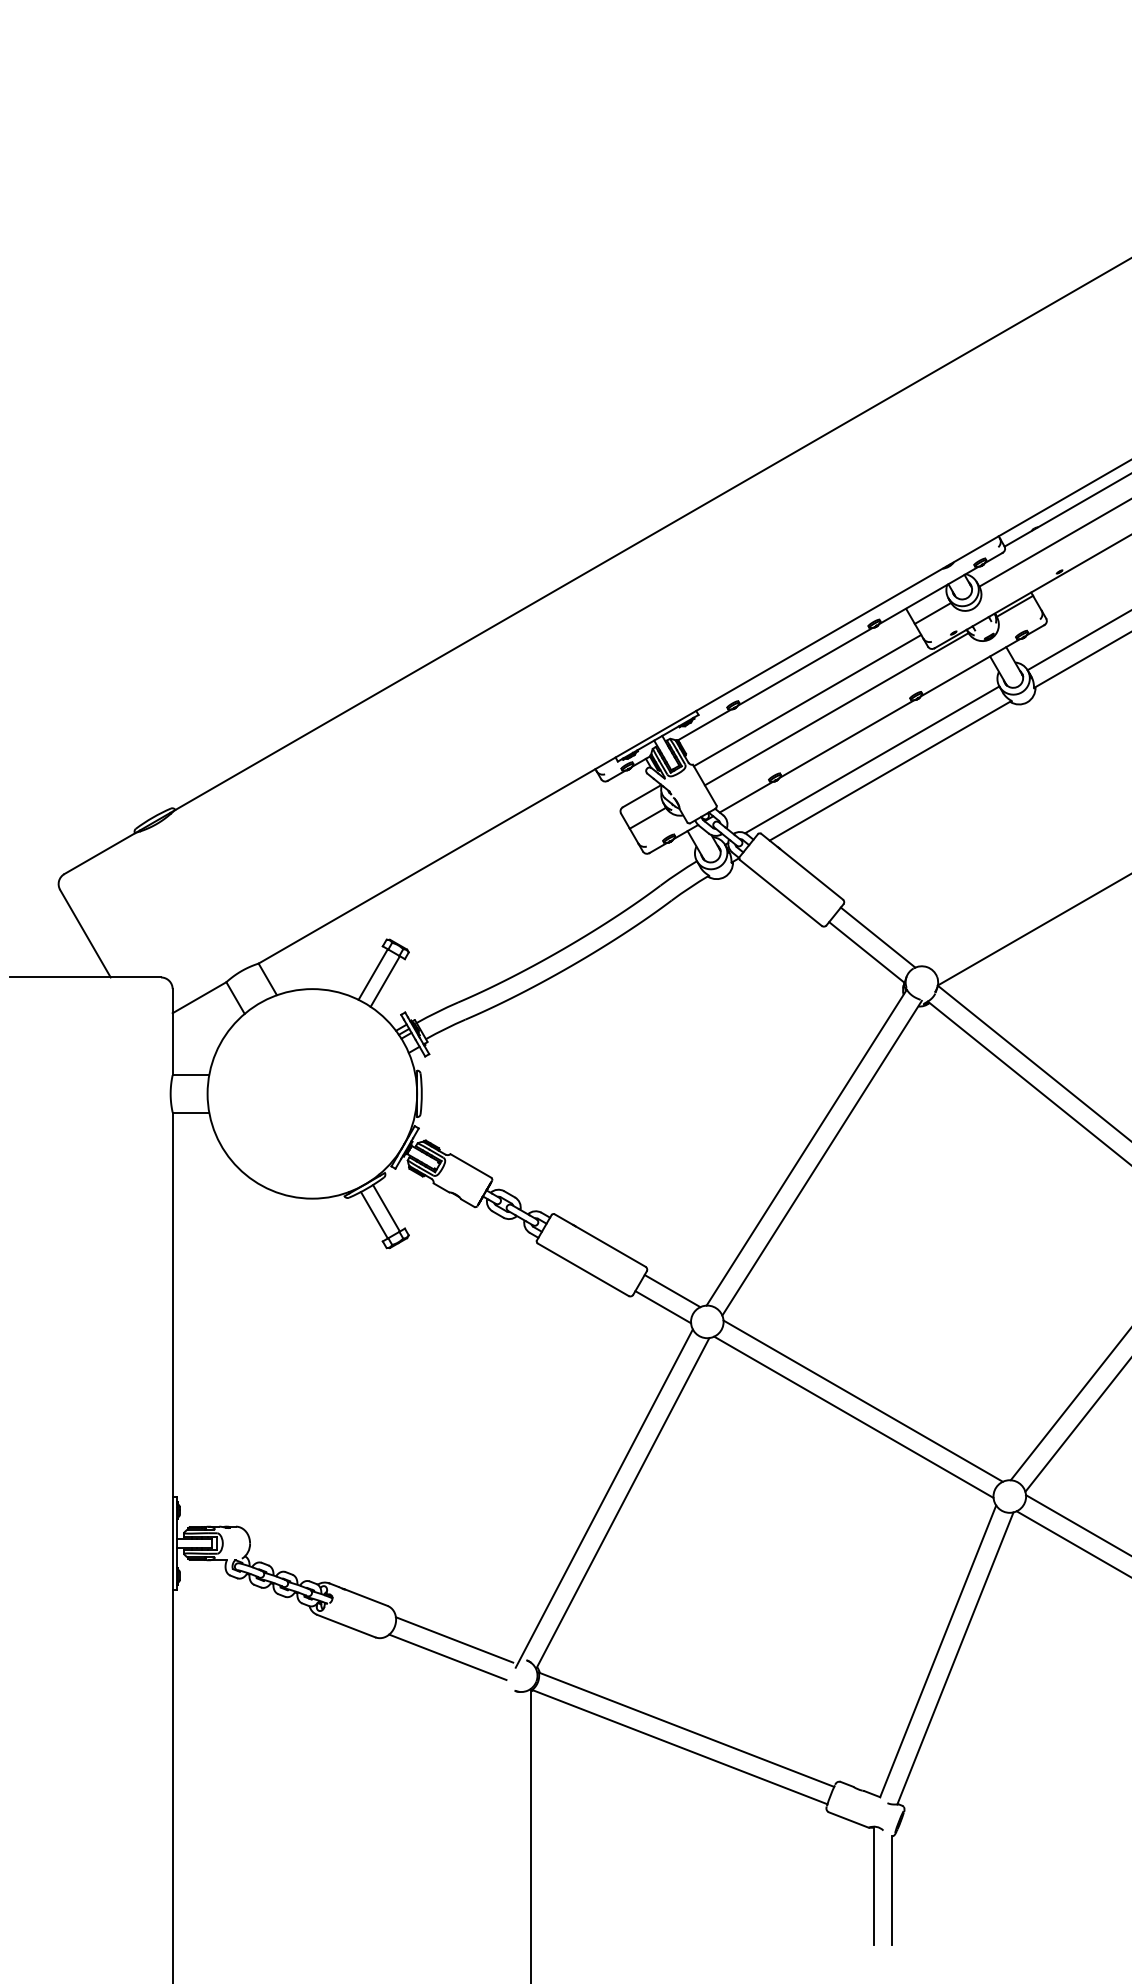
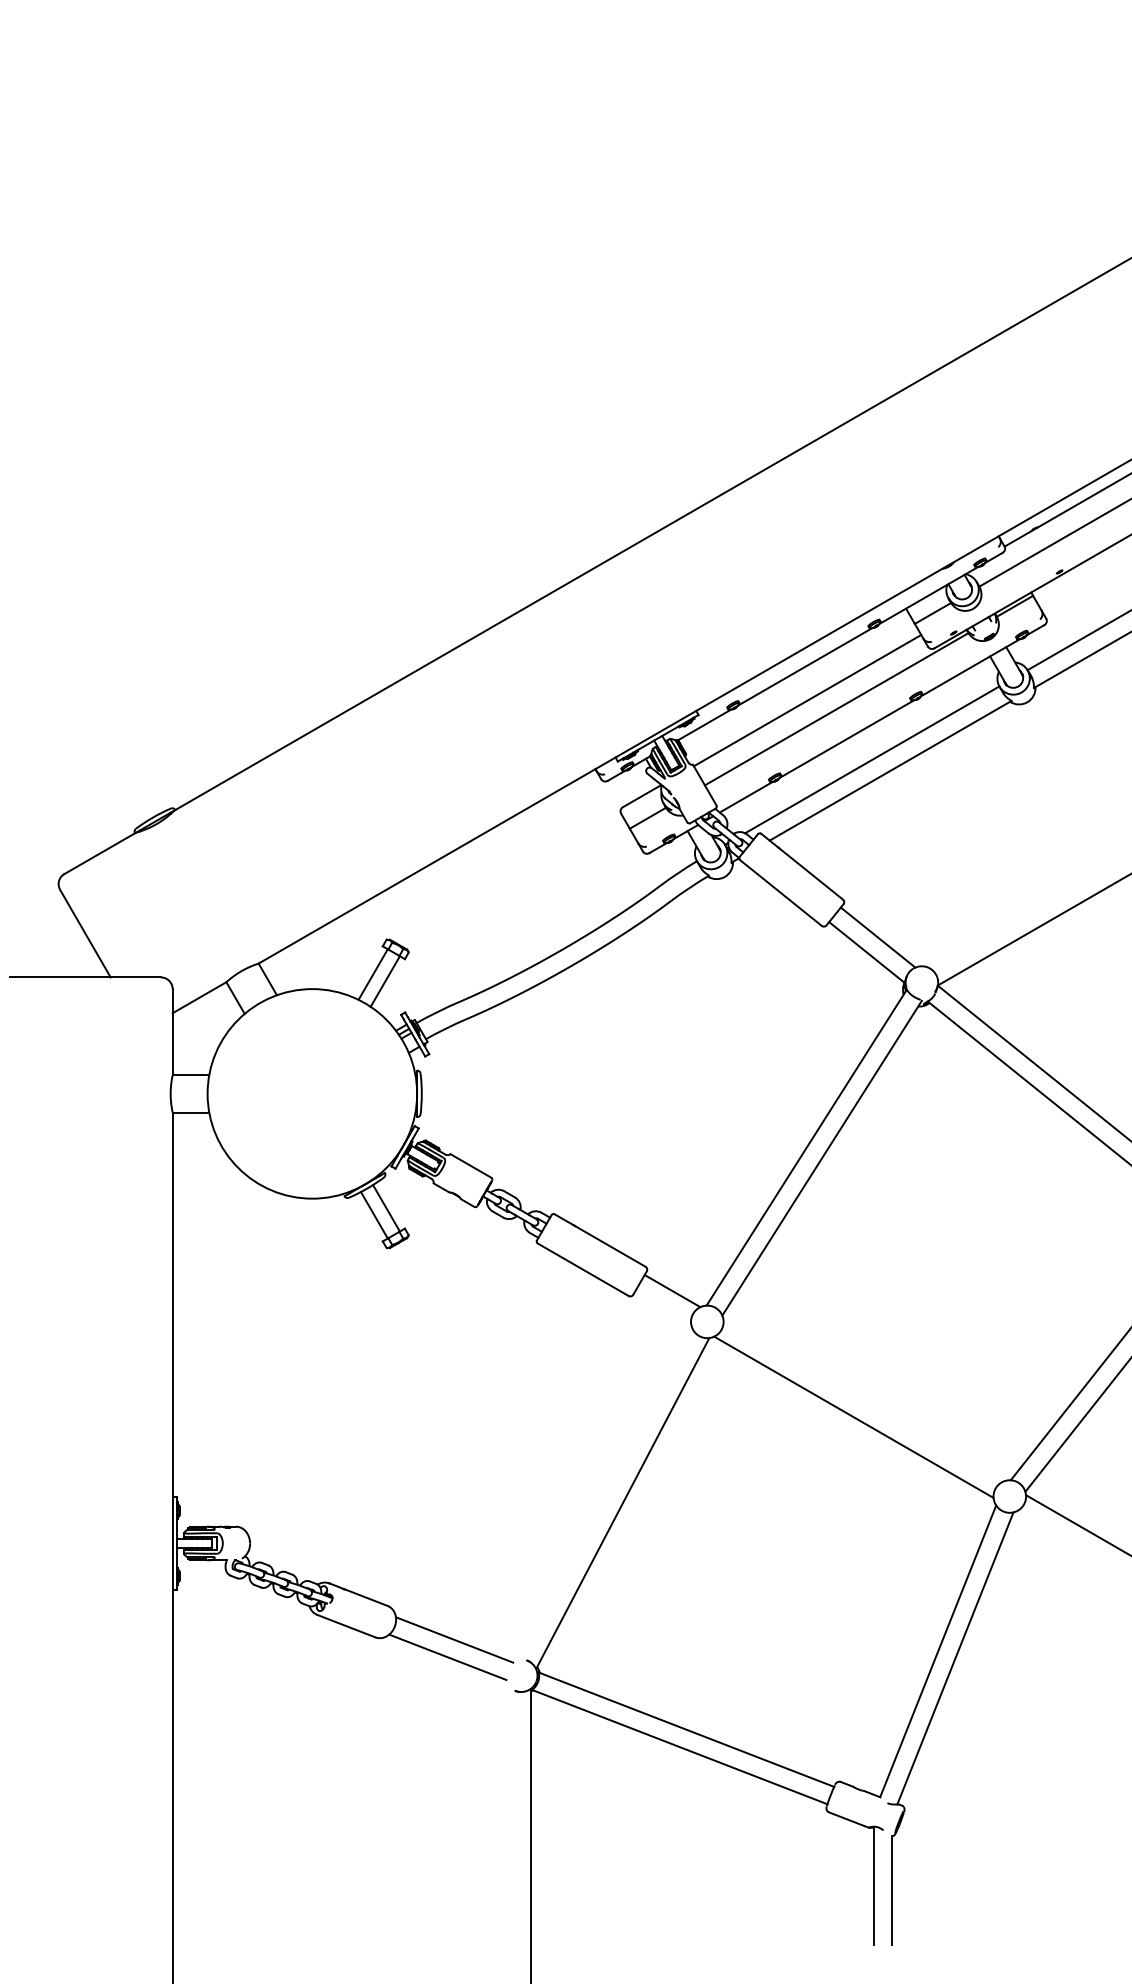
line at (663, 1307): present -> none
line at (862, 1400): present -> none
line at (603, 1498): present -> none
line at (1072, 1543): present -> none
